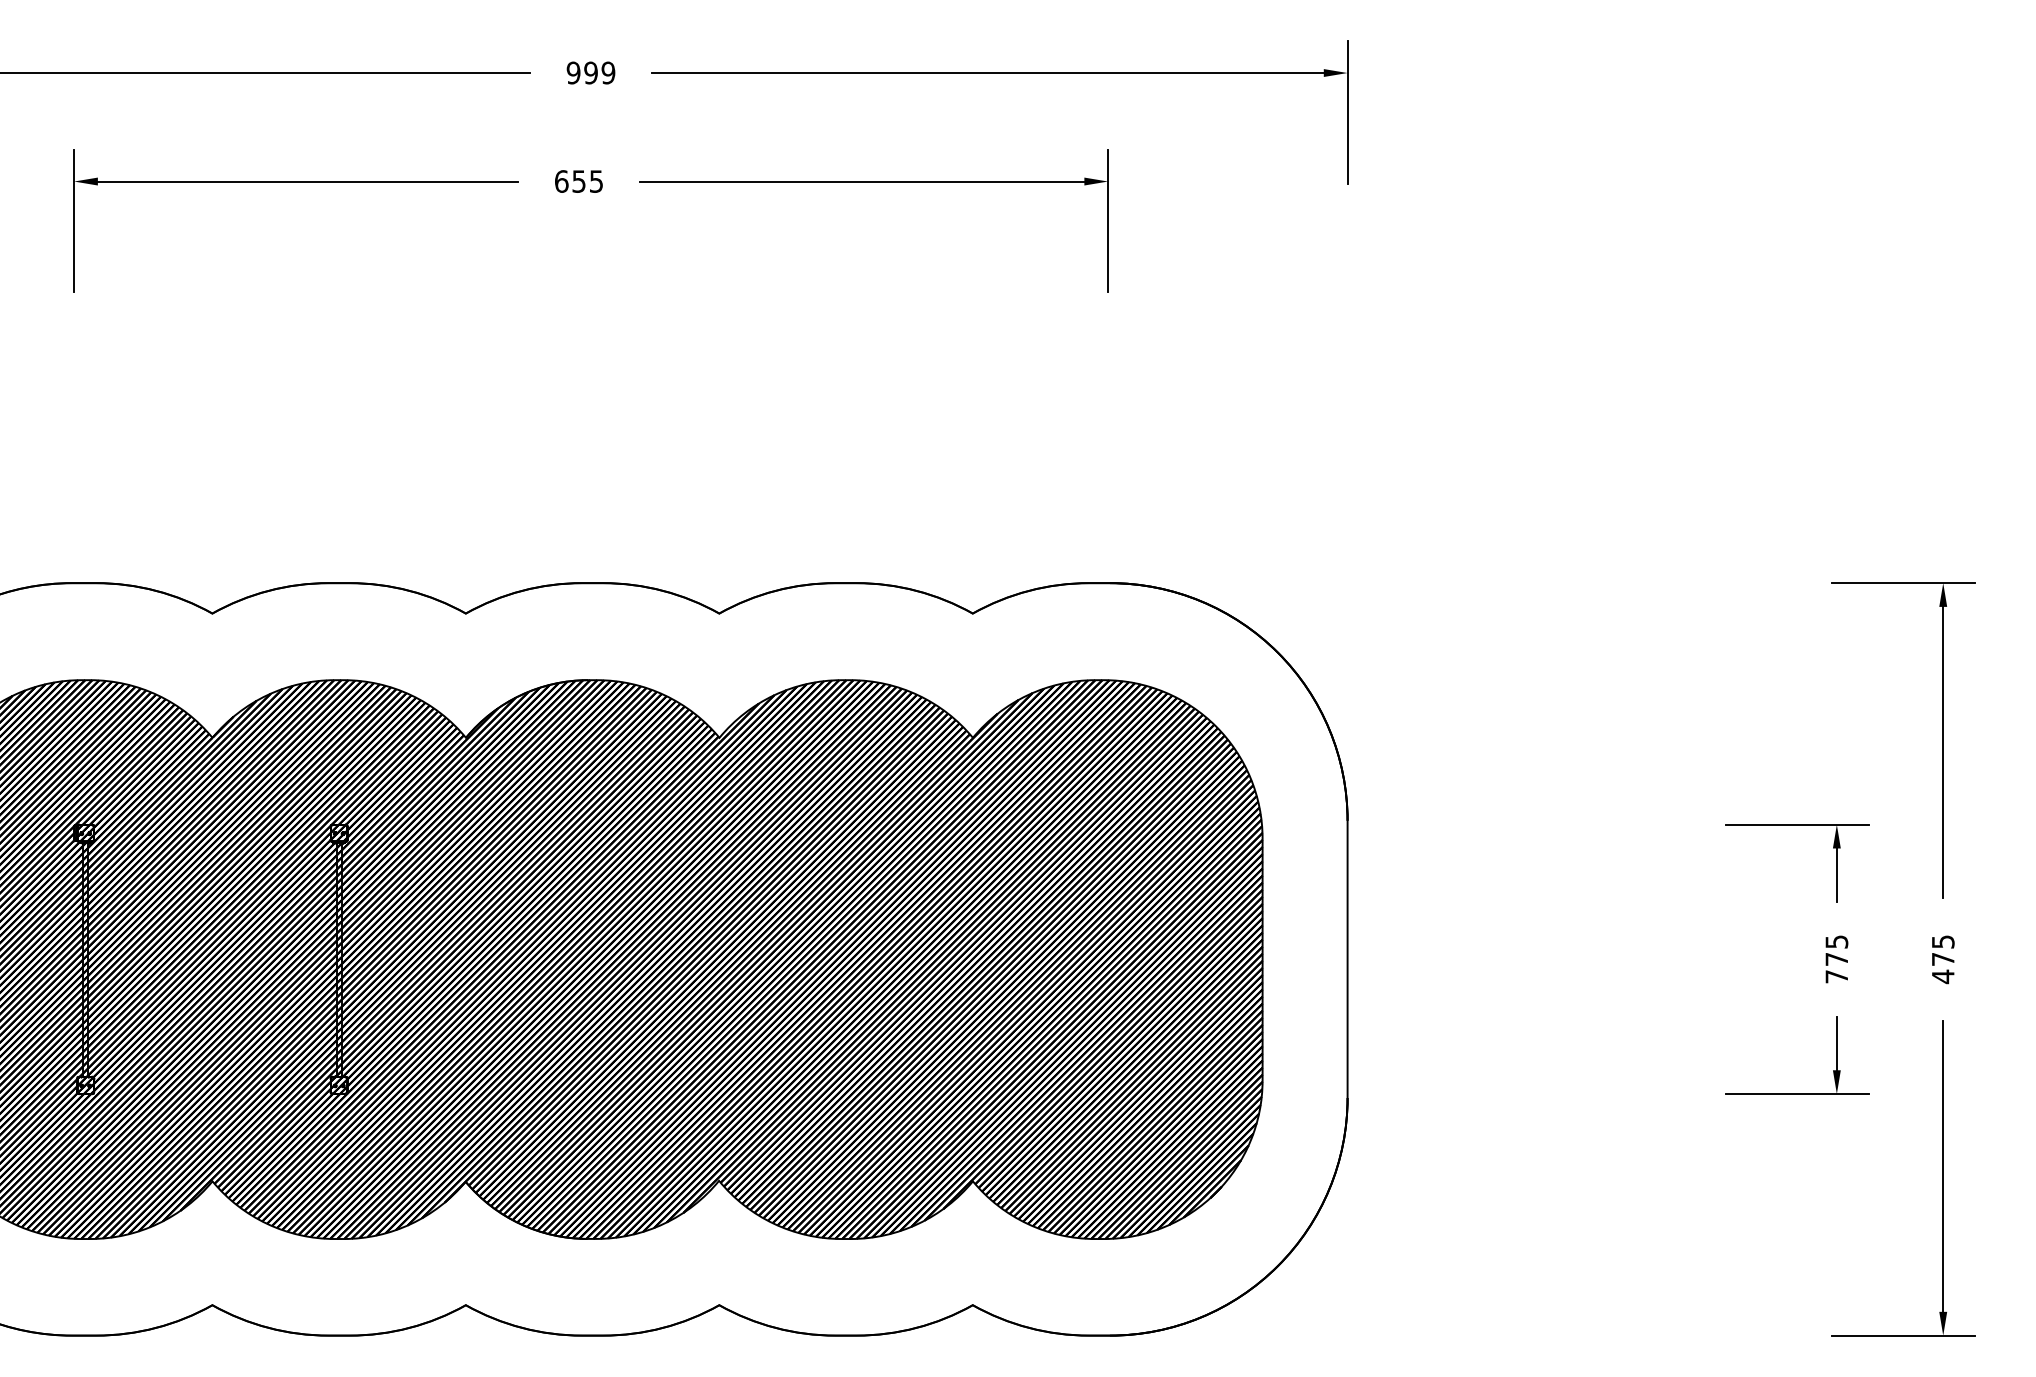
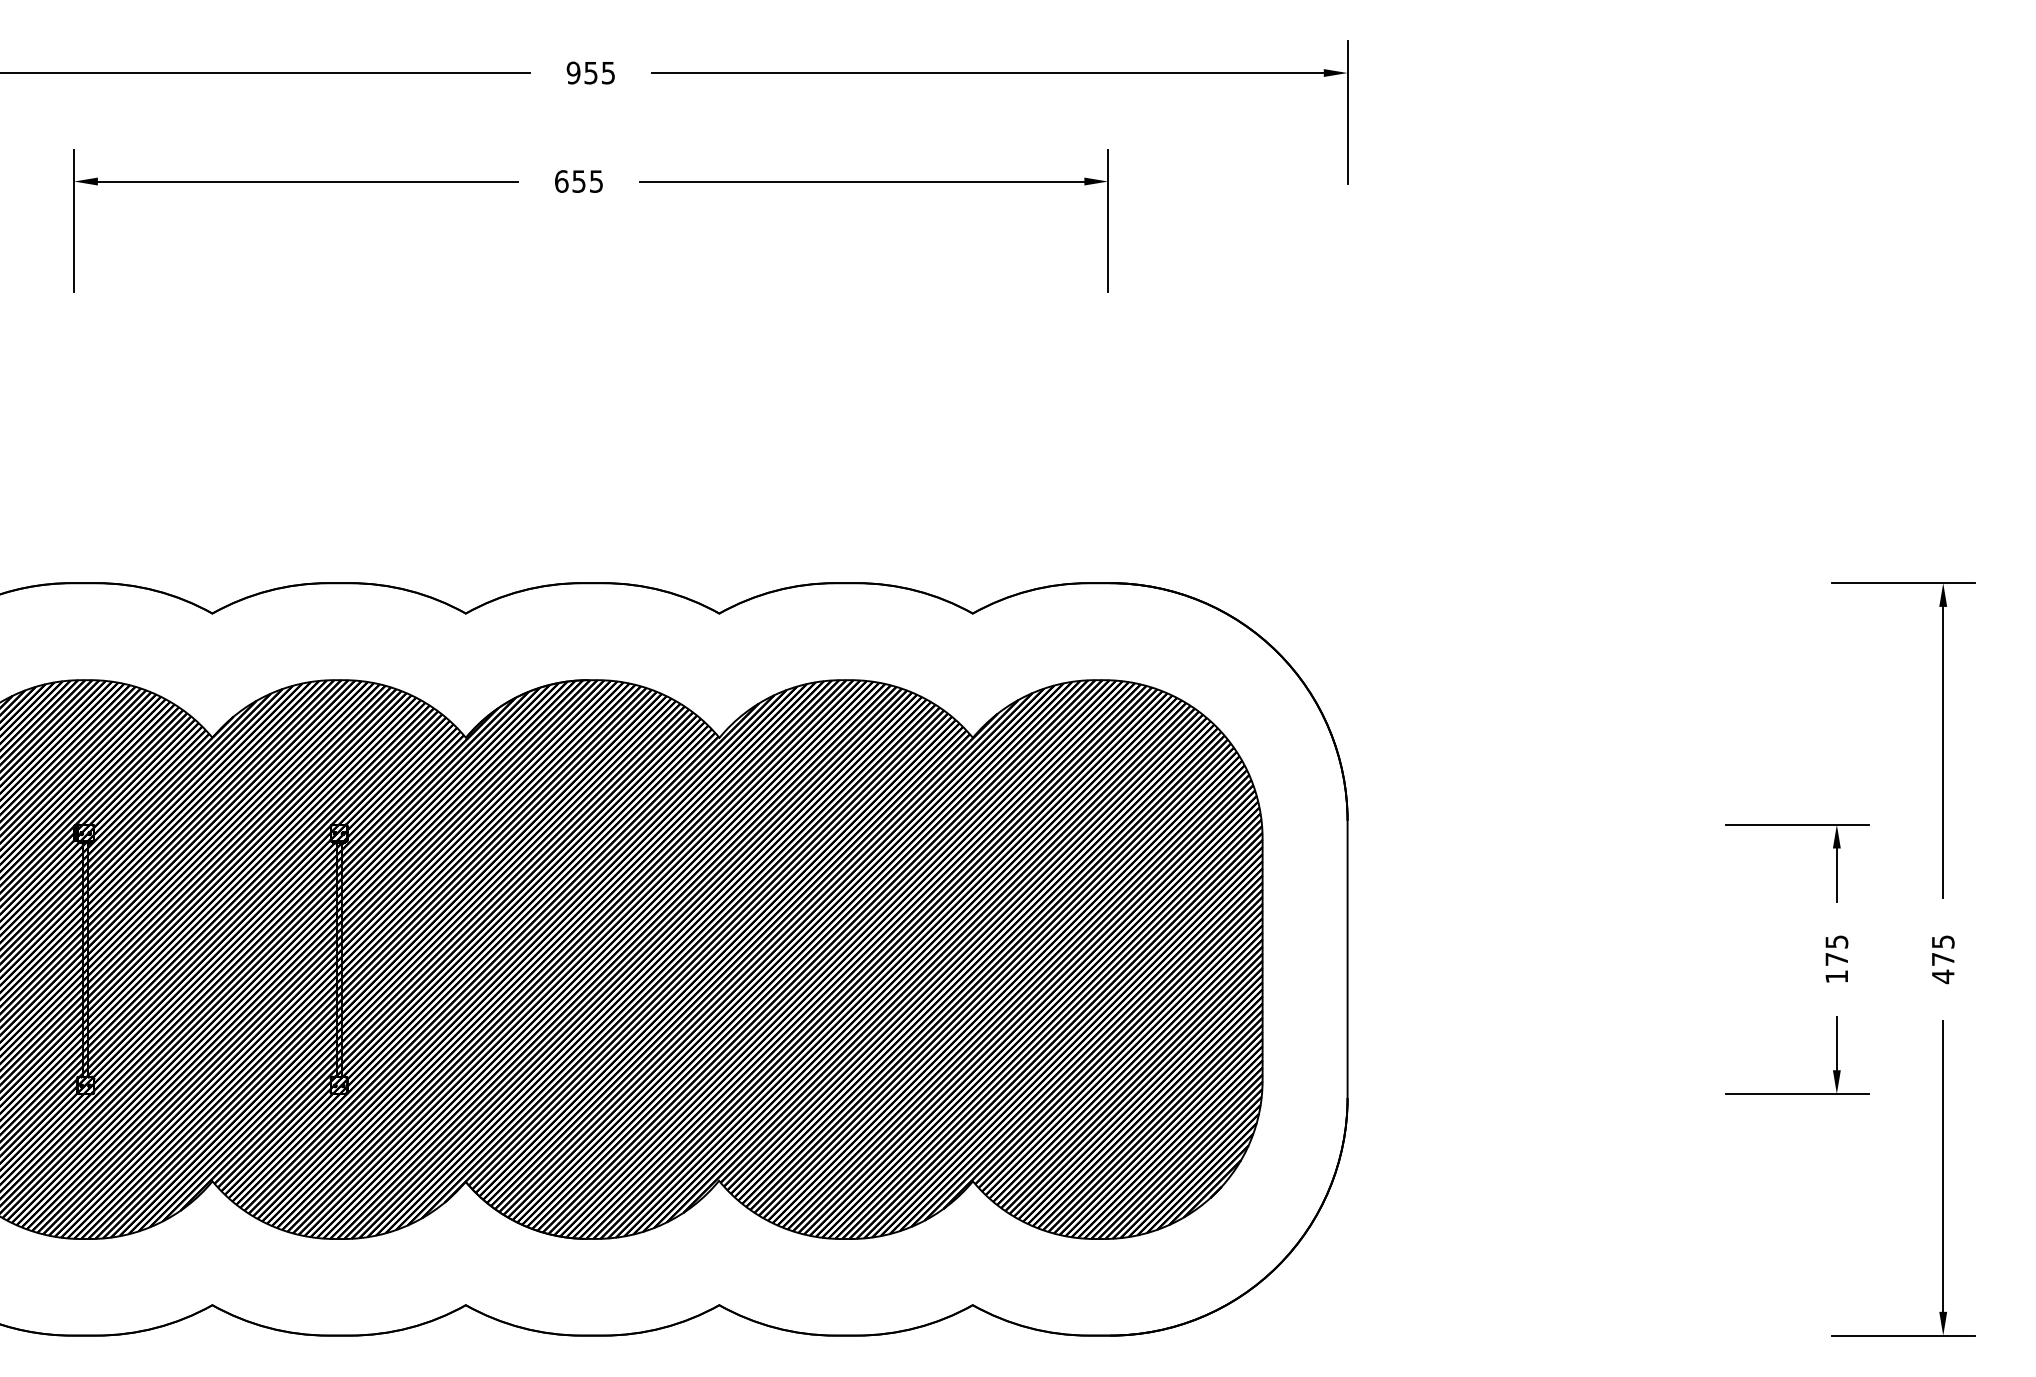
text at (599, 72): 999 -> 955
text at (1836, 976): 775 -> 175
